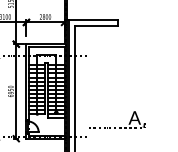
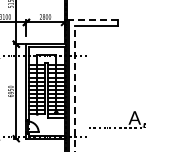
line at (93, 20): solid -> dashed
line at (75, 88): solid -> dashed
